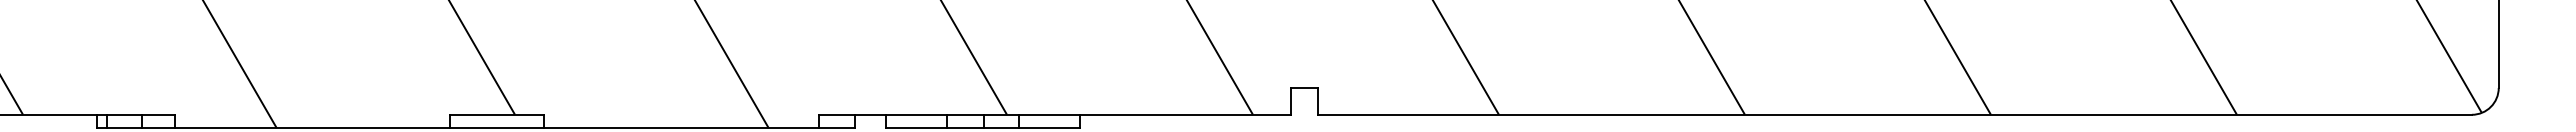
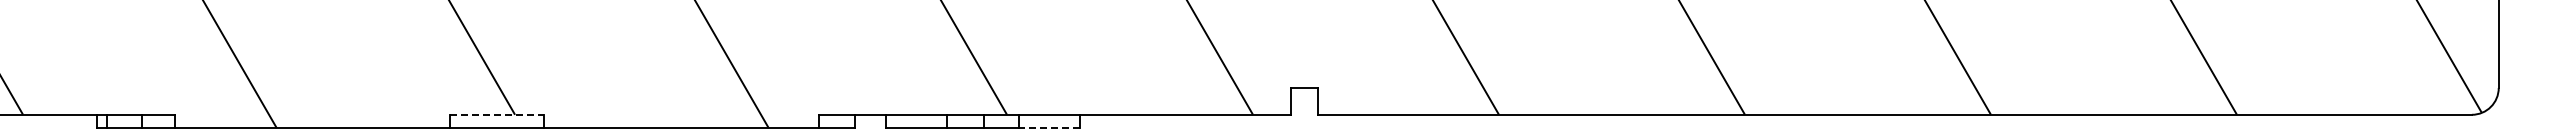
line at (497, 114): solid -> dashed
line at (1049, 128): solid -> dashed
